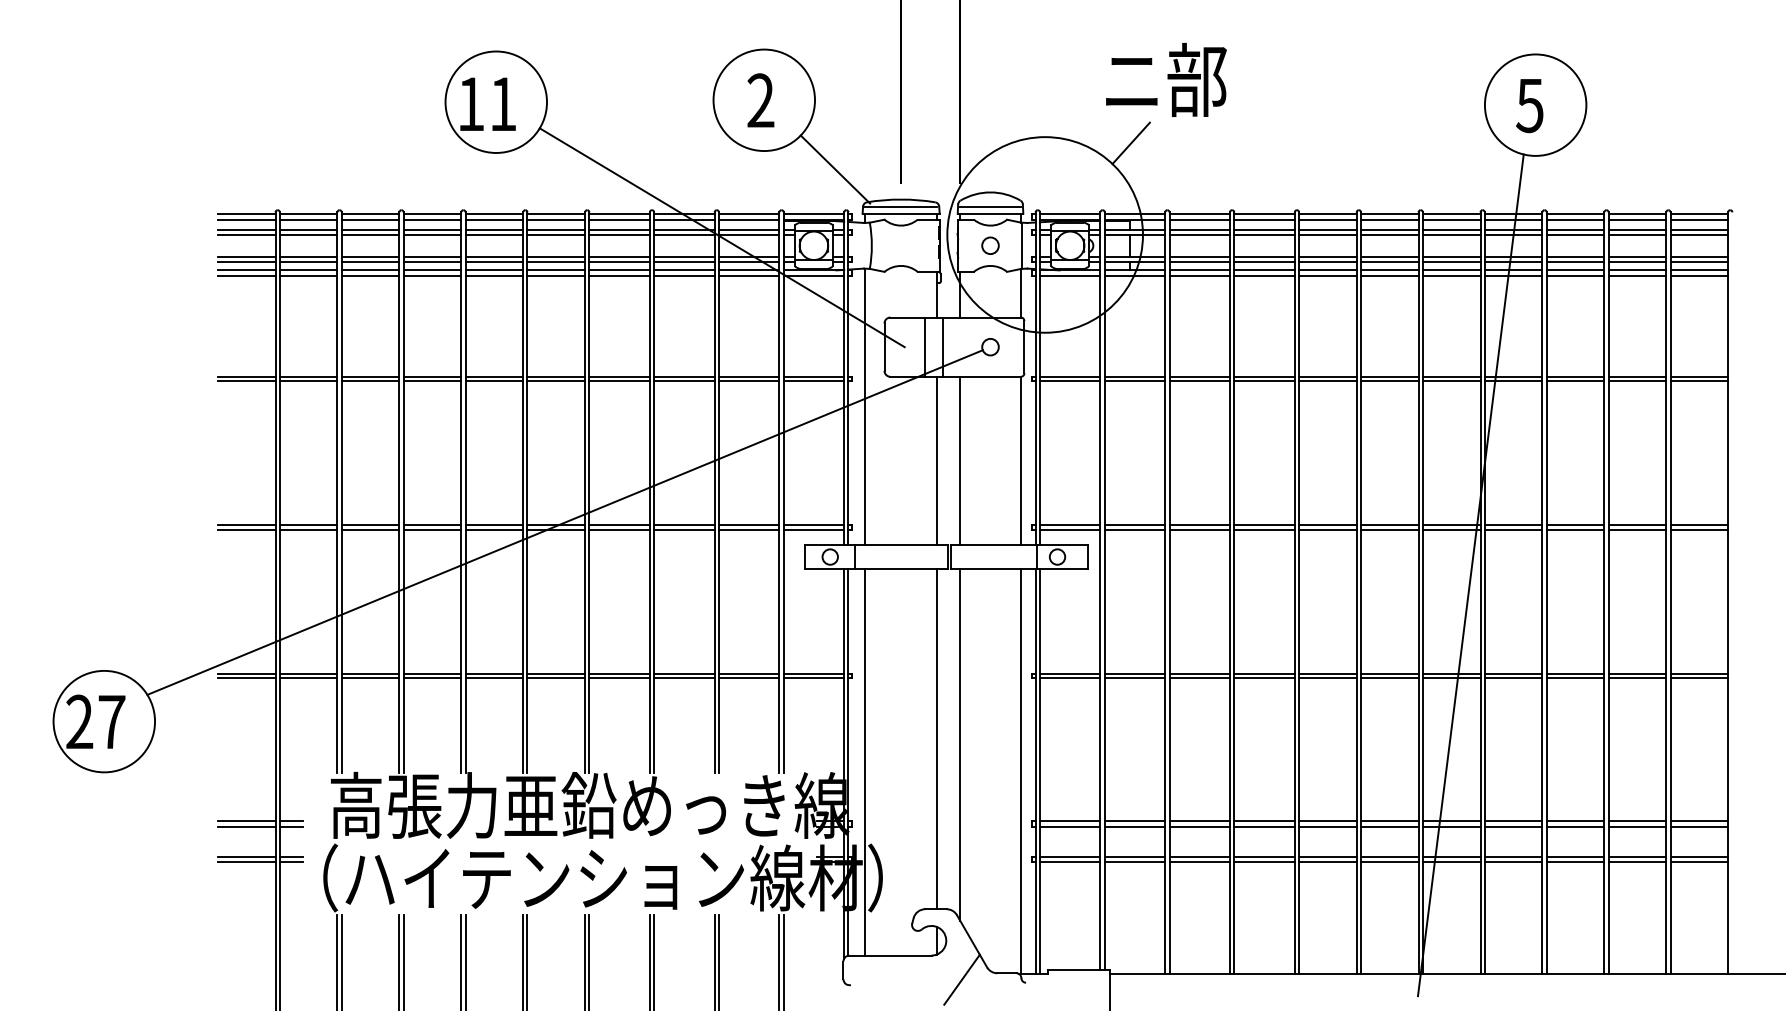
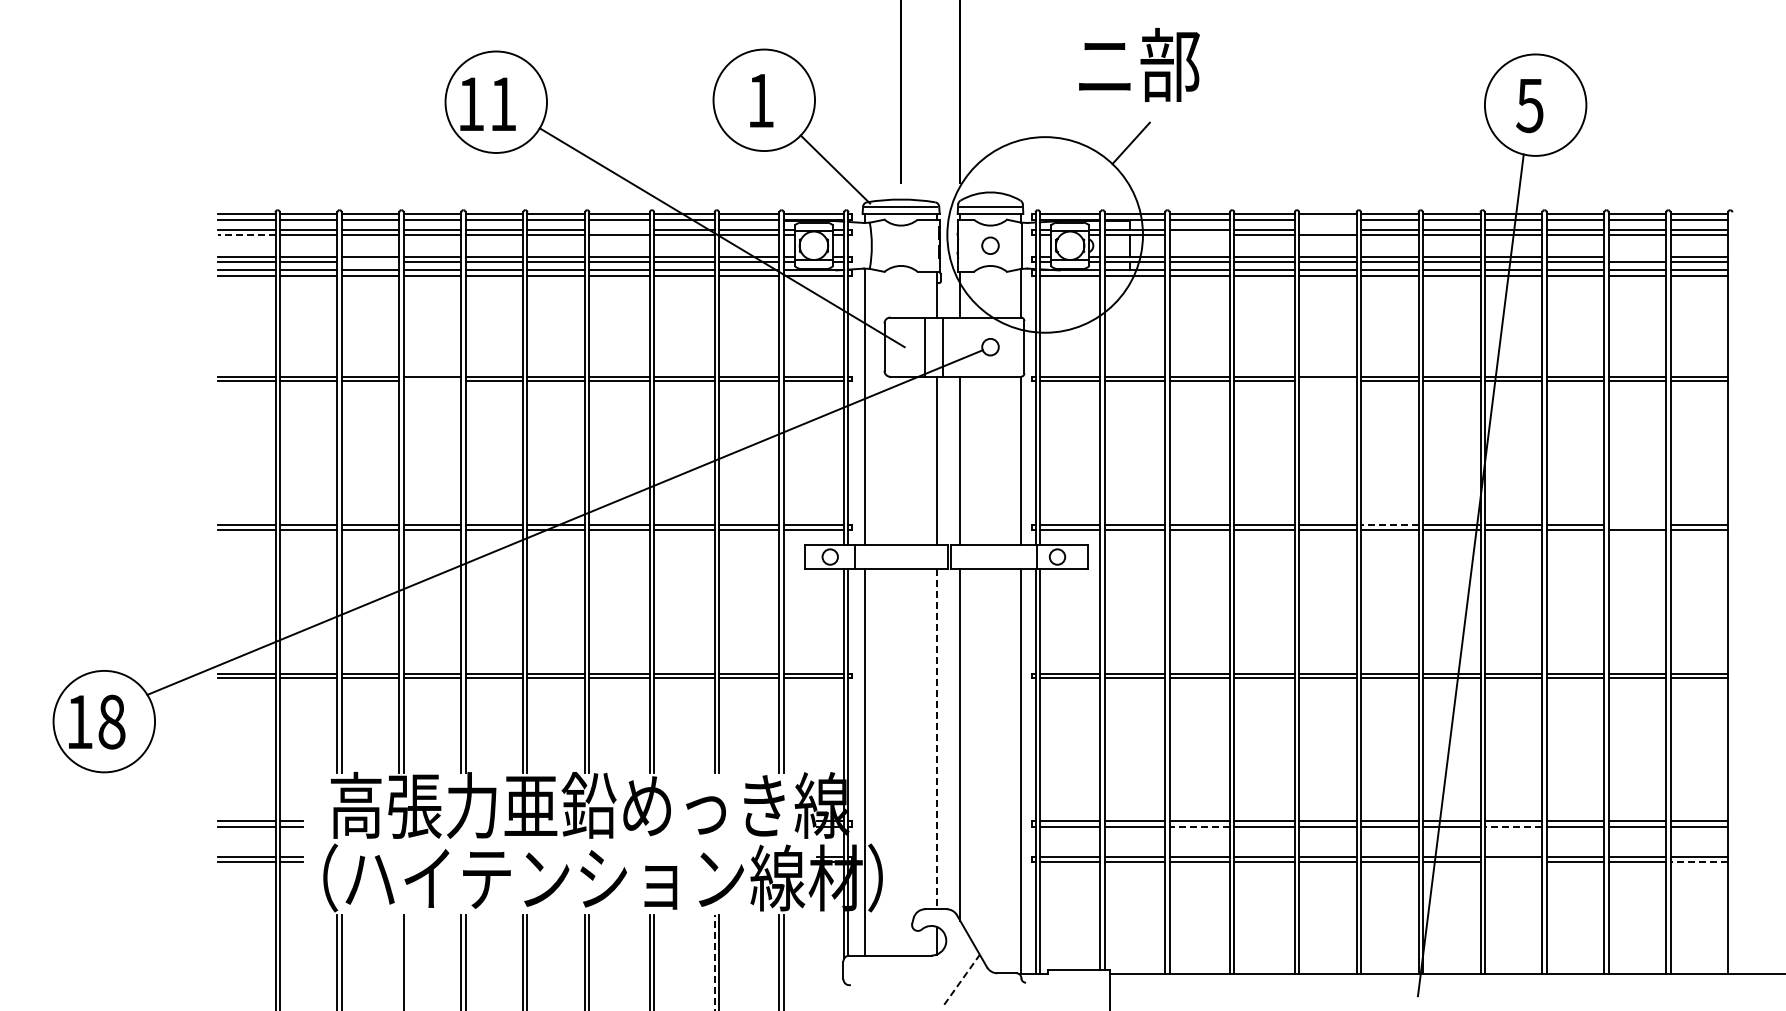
text at (1166, 79) position: (1166, 79) -> (1139, 64)
text at (760, 100): 2 -> 1
line at (1327, 219): present -> none
line at (619, 229): present -> none
line at (1327, 229): present -> none
line at (246, 234): solid -> dashed
line at (1199, 234): present -> none
line at (1637, 256): present -> none
line at (370, 261): present -> none
line at (432, 381): present -> none
line at (1327, 381): present -> none
line at (1389, 525): solid -> dashed
line at (1637, 525): present -> none
text at (95, 721): 27 -> 18
line at (936, 739): solid -> dashed
line at (1199, 826): solid -> dashed
line at (1513, 826): solid -> dashed
line at (1513, 862): present -> none
line at (1699, 862): solid -> dashed
line at (399, 961): present -> none
line at (714, 962): solid -> dashed
line at (962, 979): solid -> dashed
